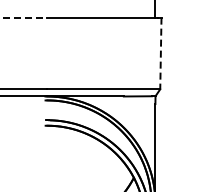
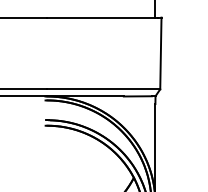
line at (24, 17): dashed -> solid
line at (160, 53): dashed -> solid
